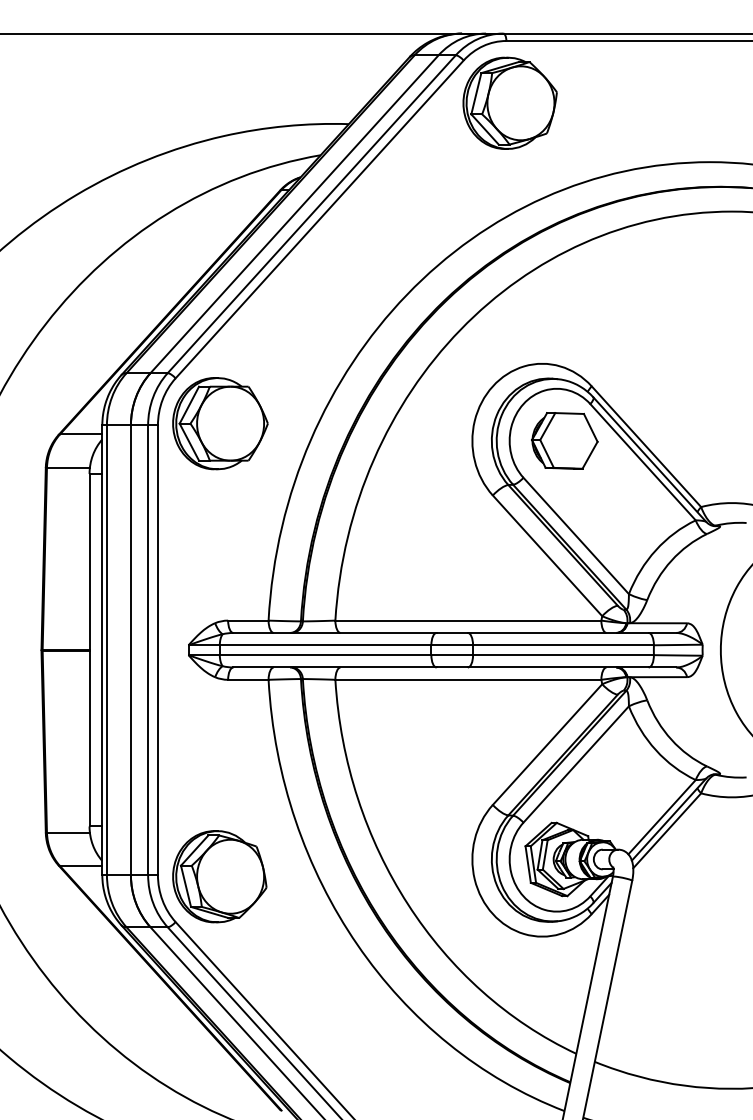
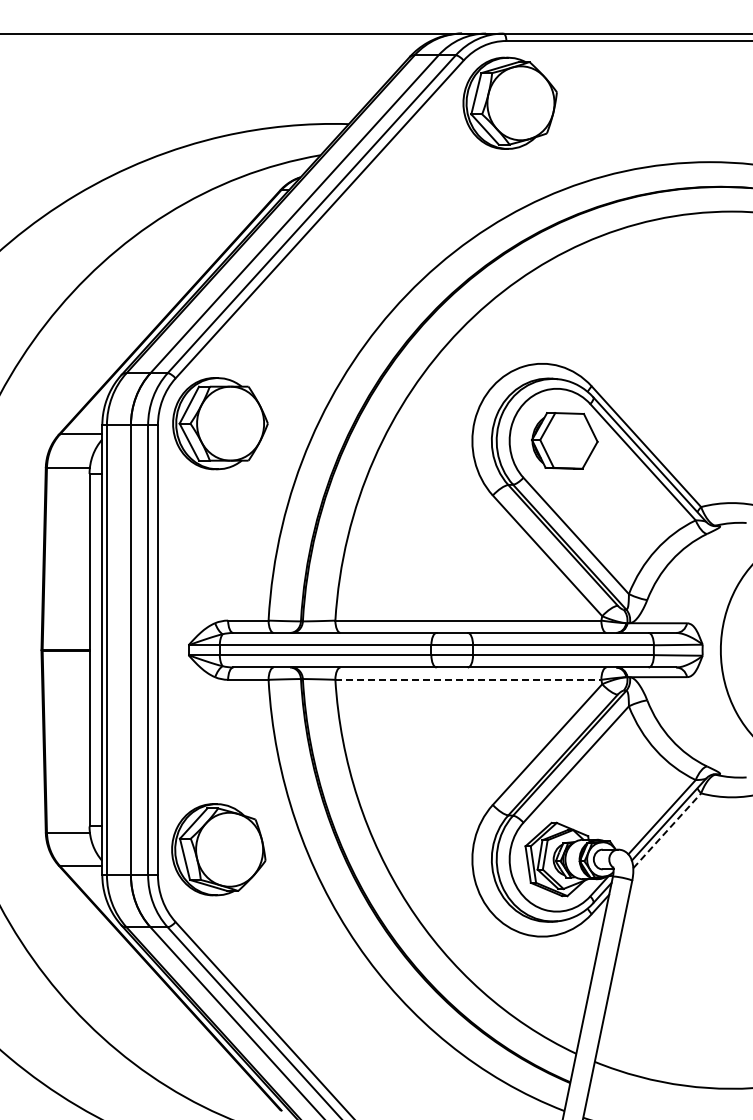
line at (468, 679): solid -> dashed
line at (667, 830): solid -> dashed
part at (219, 876) position: (219, 876) -> (218, 849)
